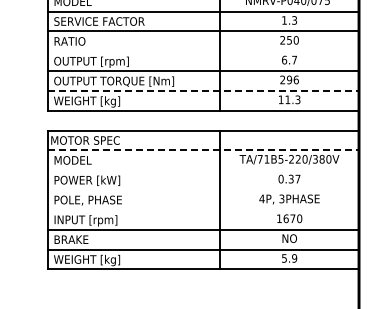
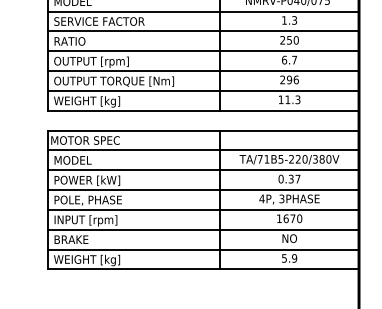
line at (203, 51): none -> present
line at (204, 90): dashed -> solid
line at (204, 150): dashed -> solid
line at (203, 170): none -> present
line at (203, 190): none -> present
line at (203, 209): none -> present
